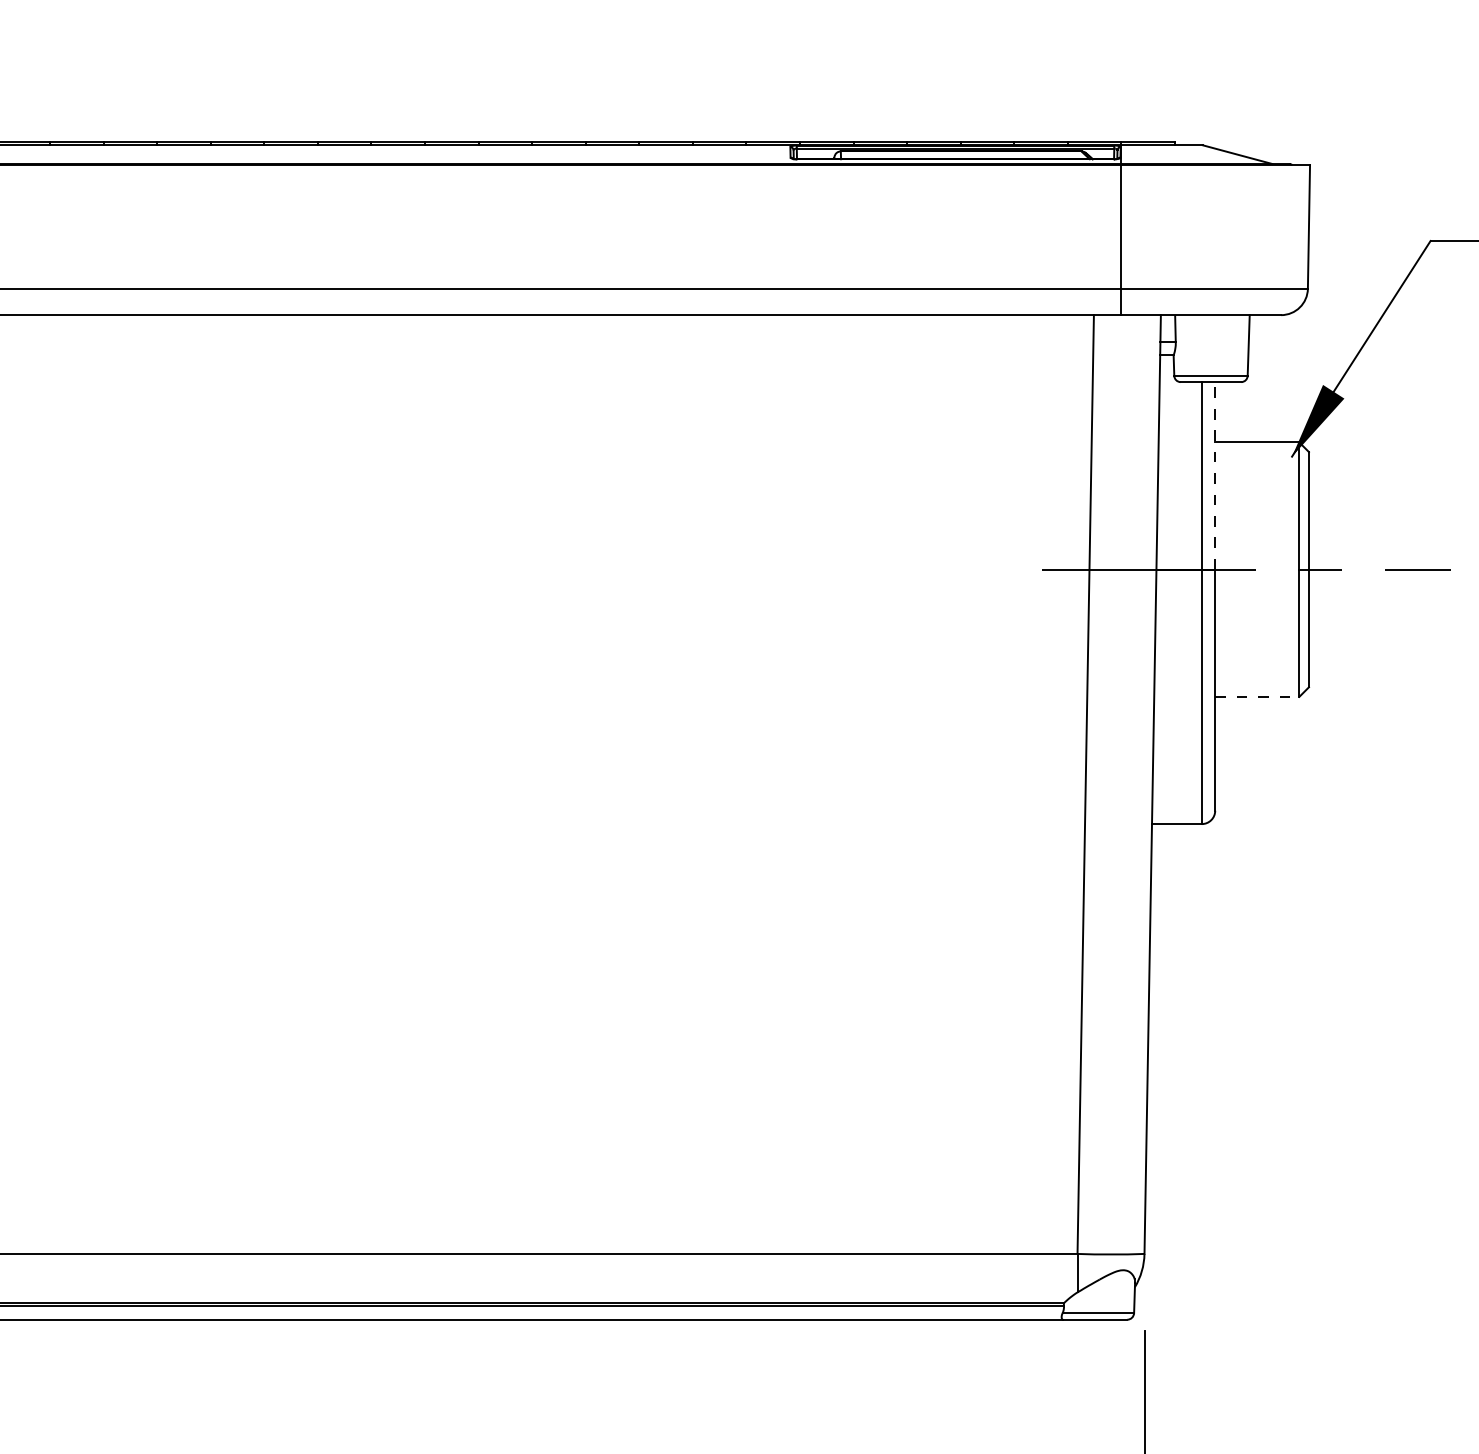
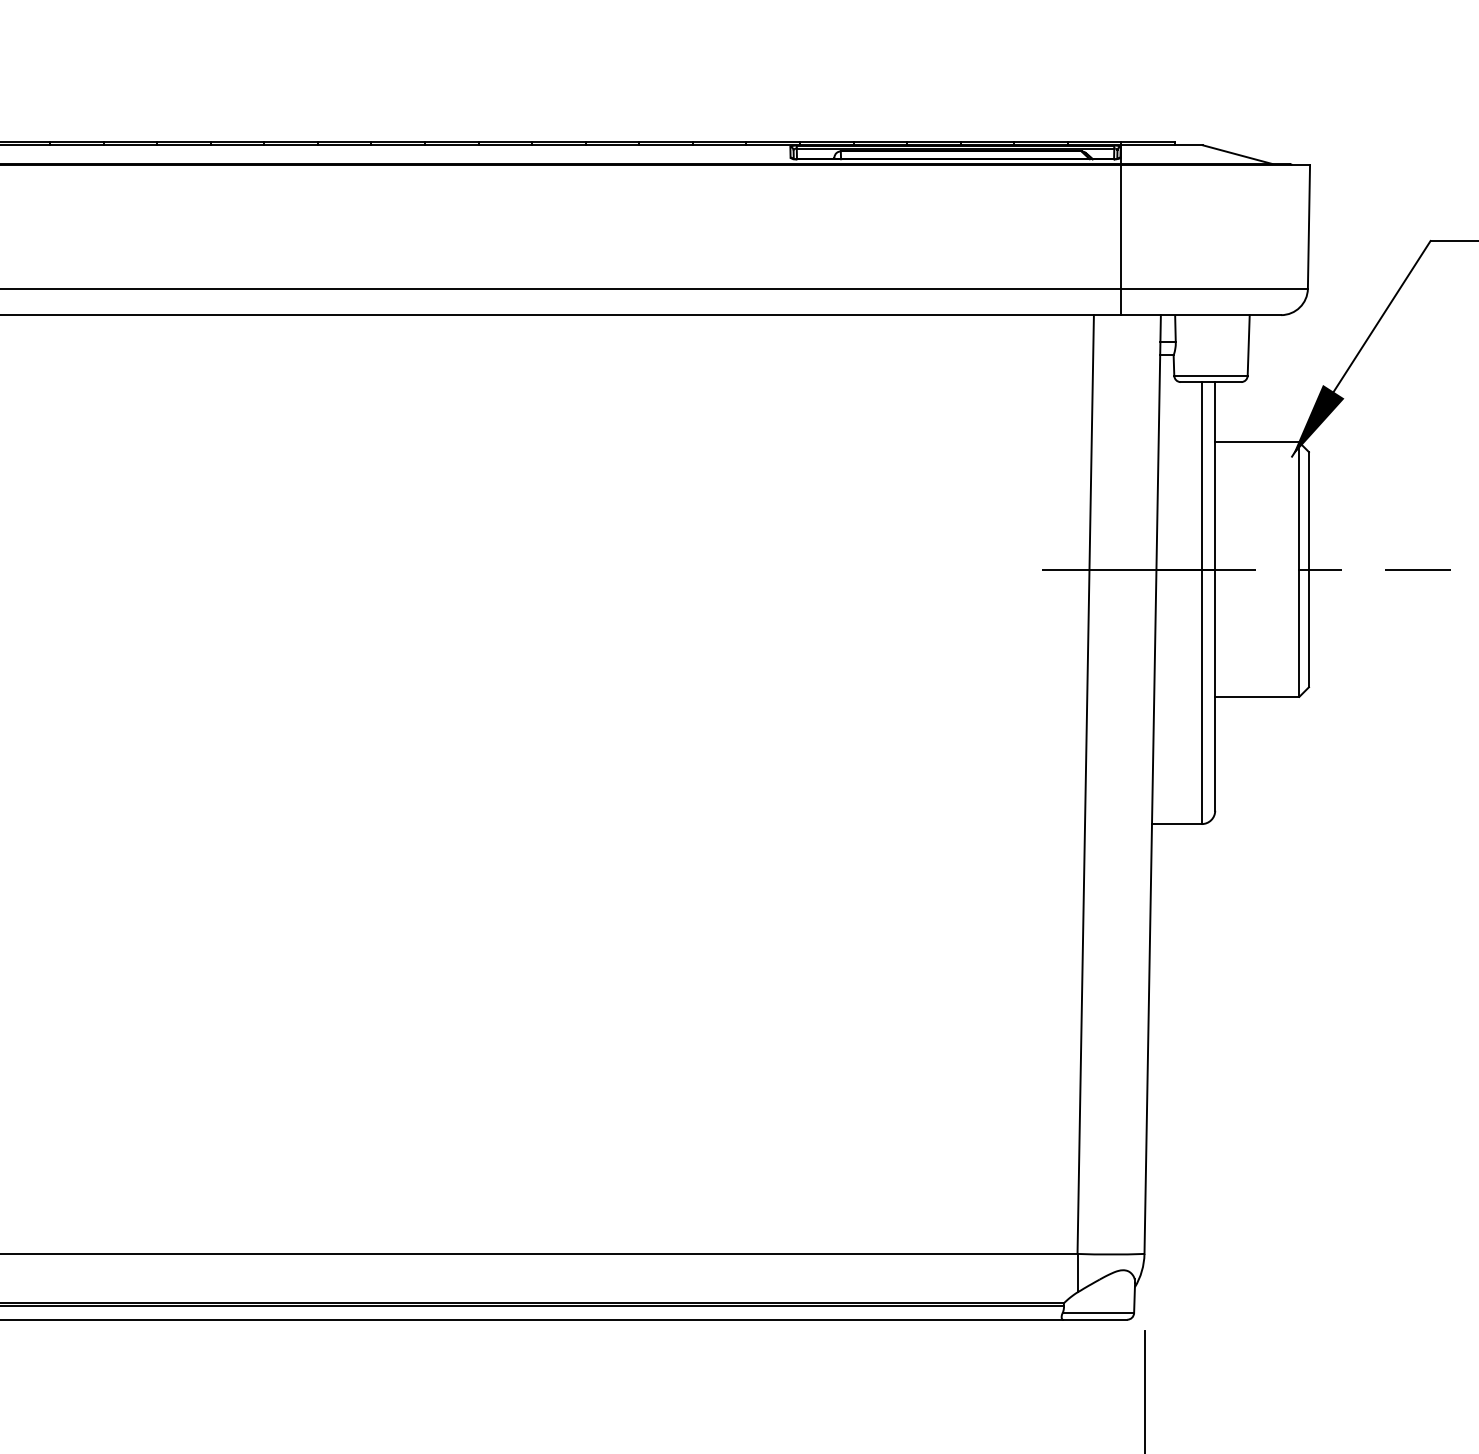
line at (1215, 475): dashed -> solid
line at (1257, 696): dashed -> solid
